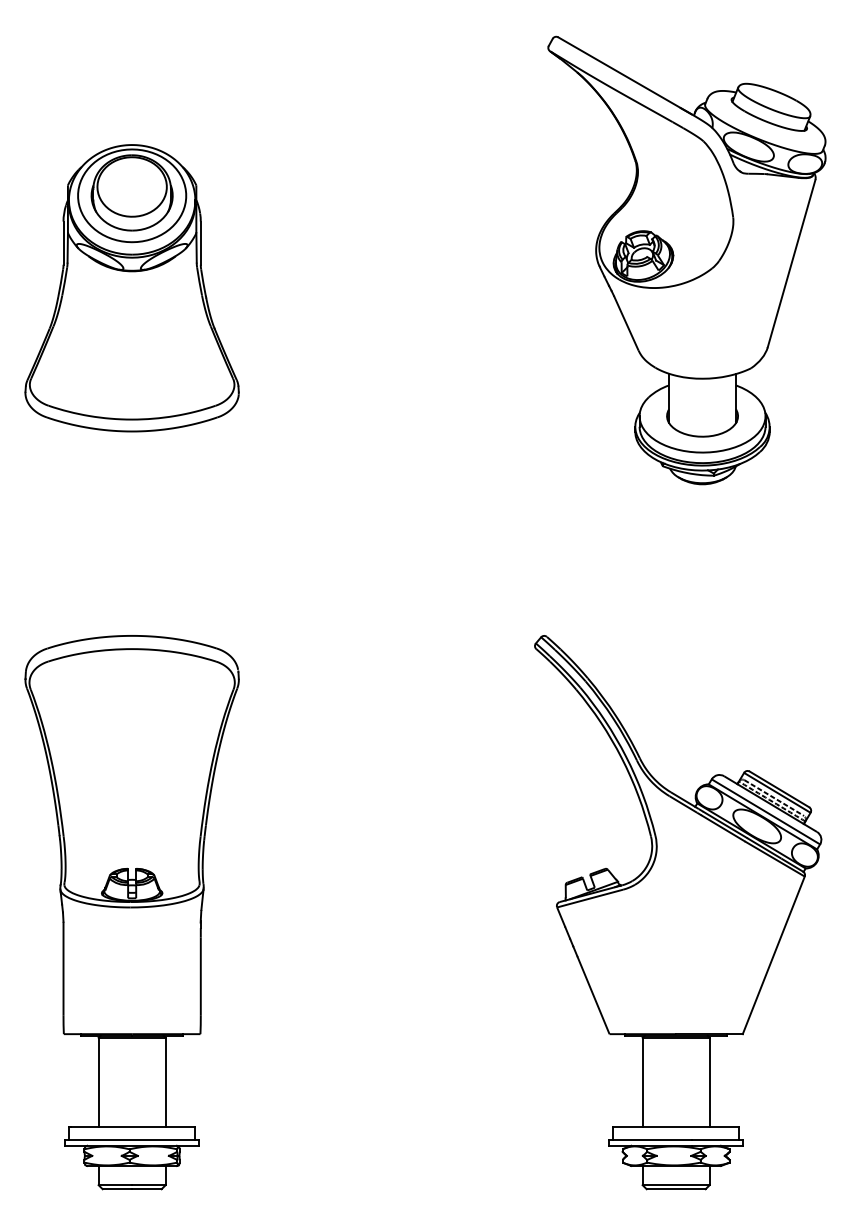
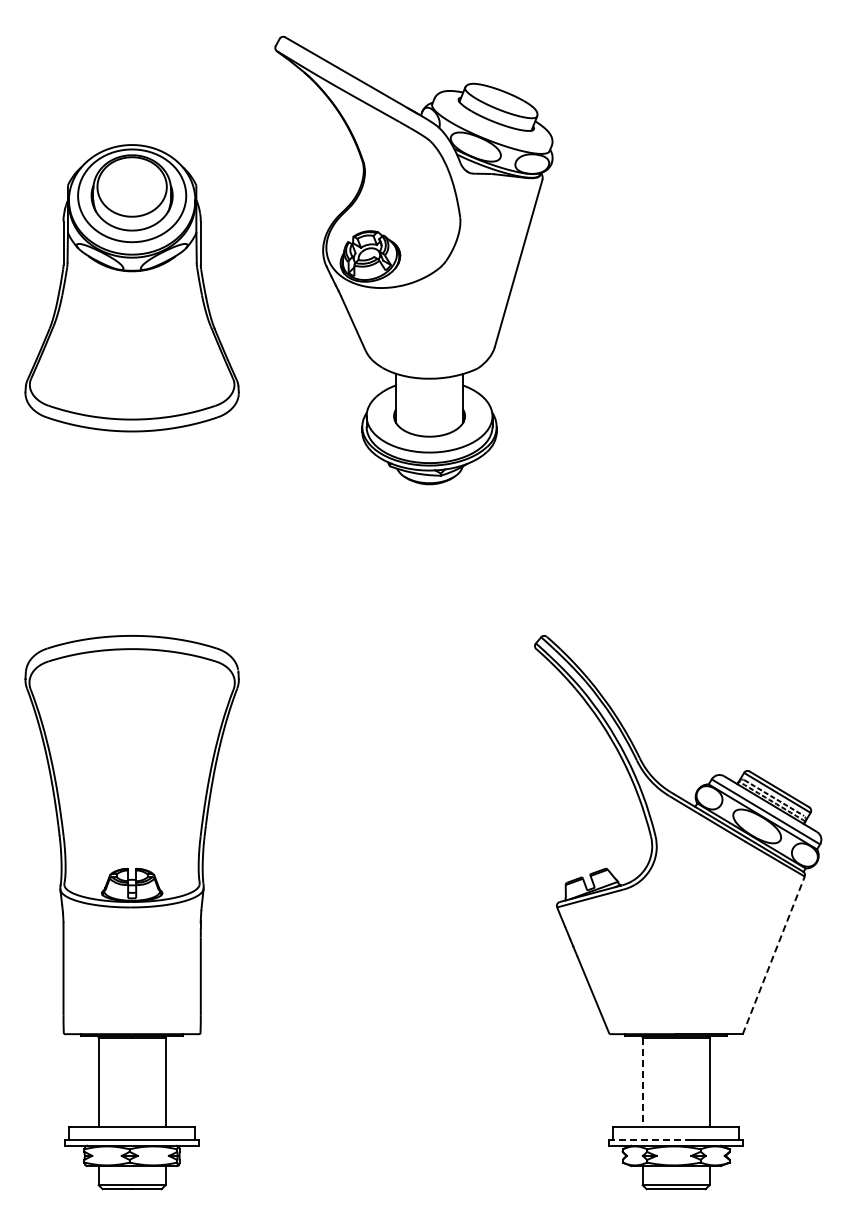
part at (686, 260) position: (686, 260) -> (413, 260)
line at (773, 955): solid -> dashed
line at (642, 1082): solid -> dashed
line at (649, 1139): solid -> dashed
